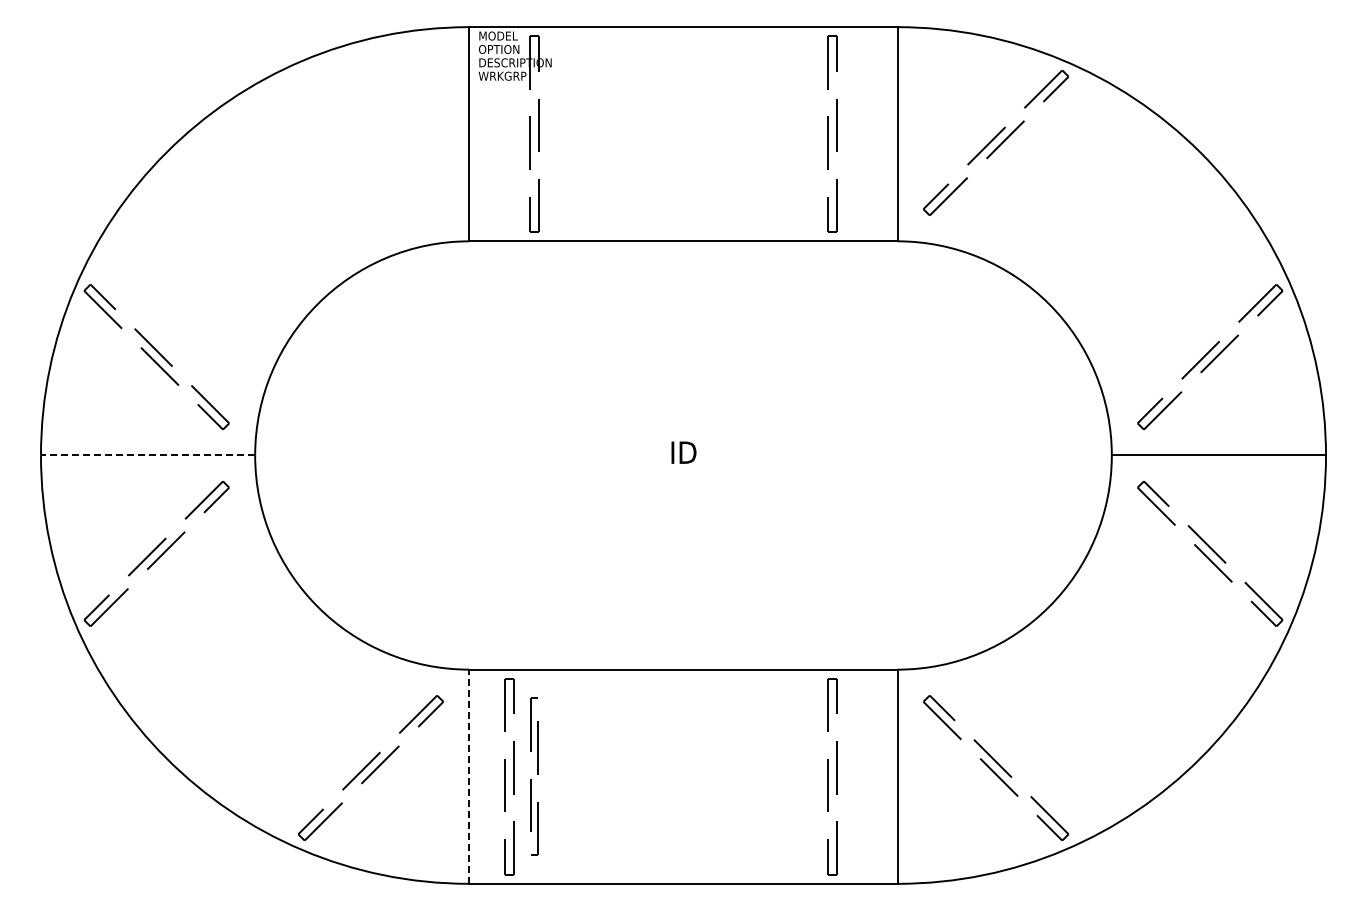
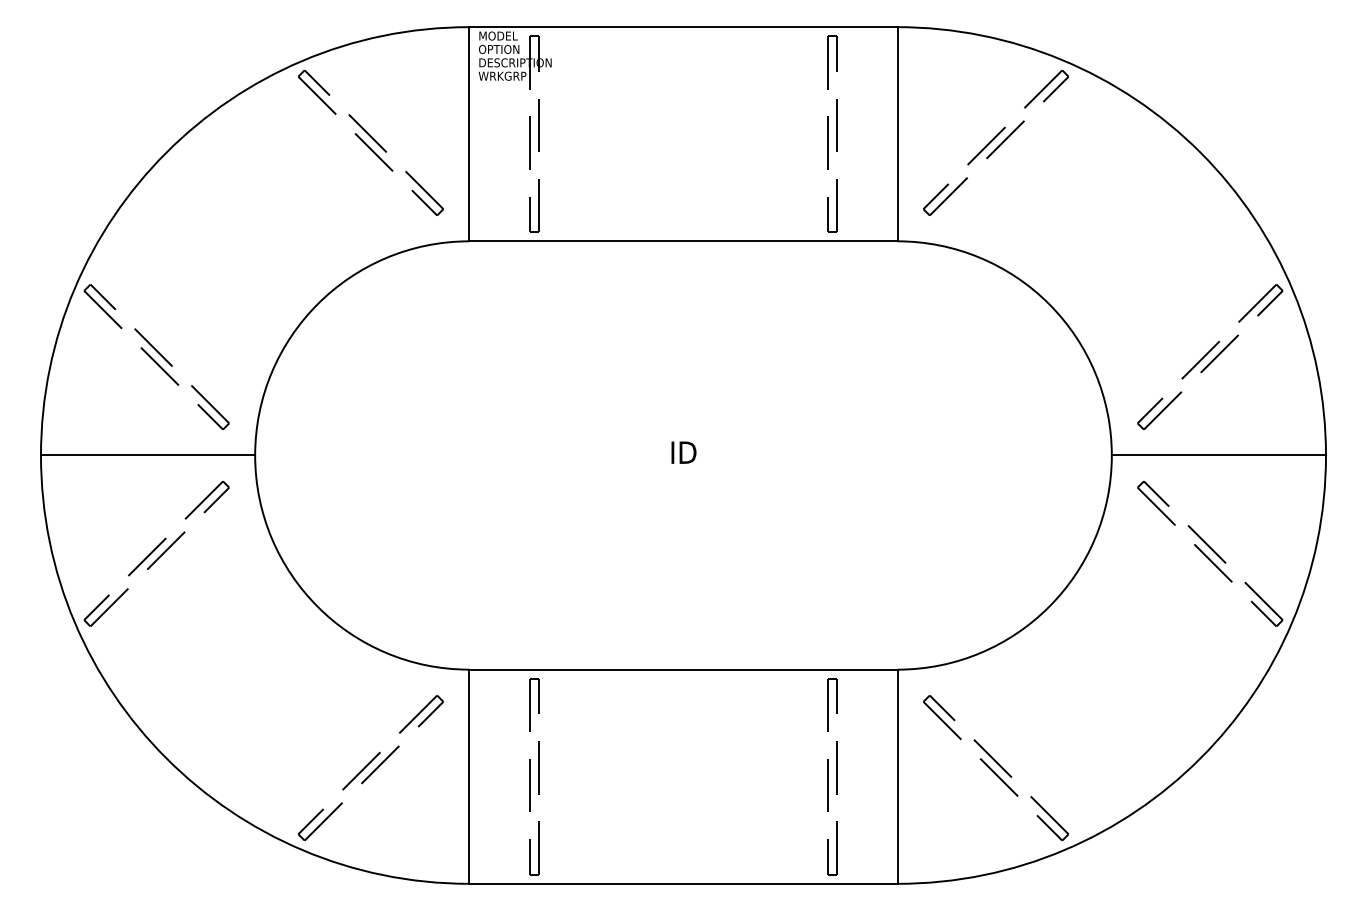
part at (370, 142): none -> present
line at (147, 455): dashed -> solid
line at (469, 776): dashed -> solid
part at (509, 776): present -> none
part at (534, 776) size: 9x159 px -> 11x198 px
